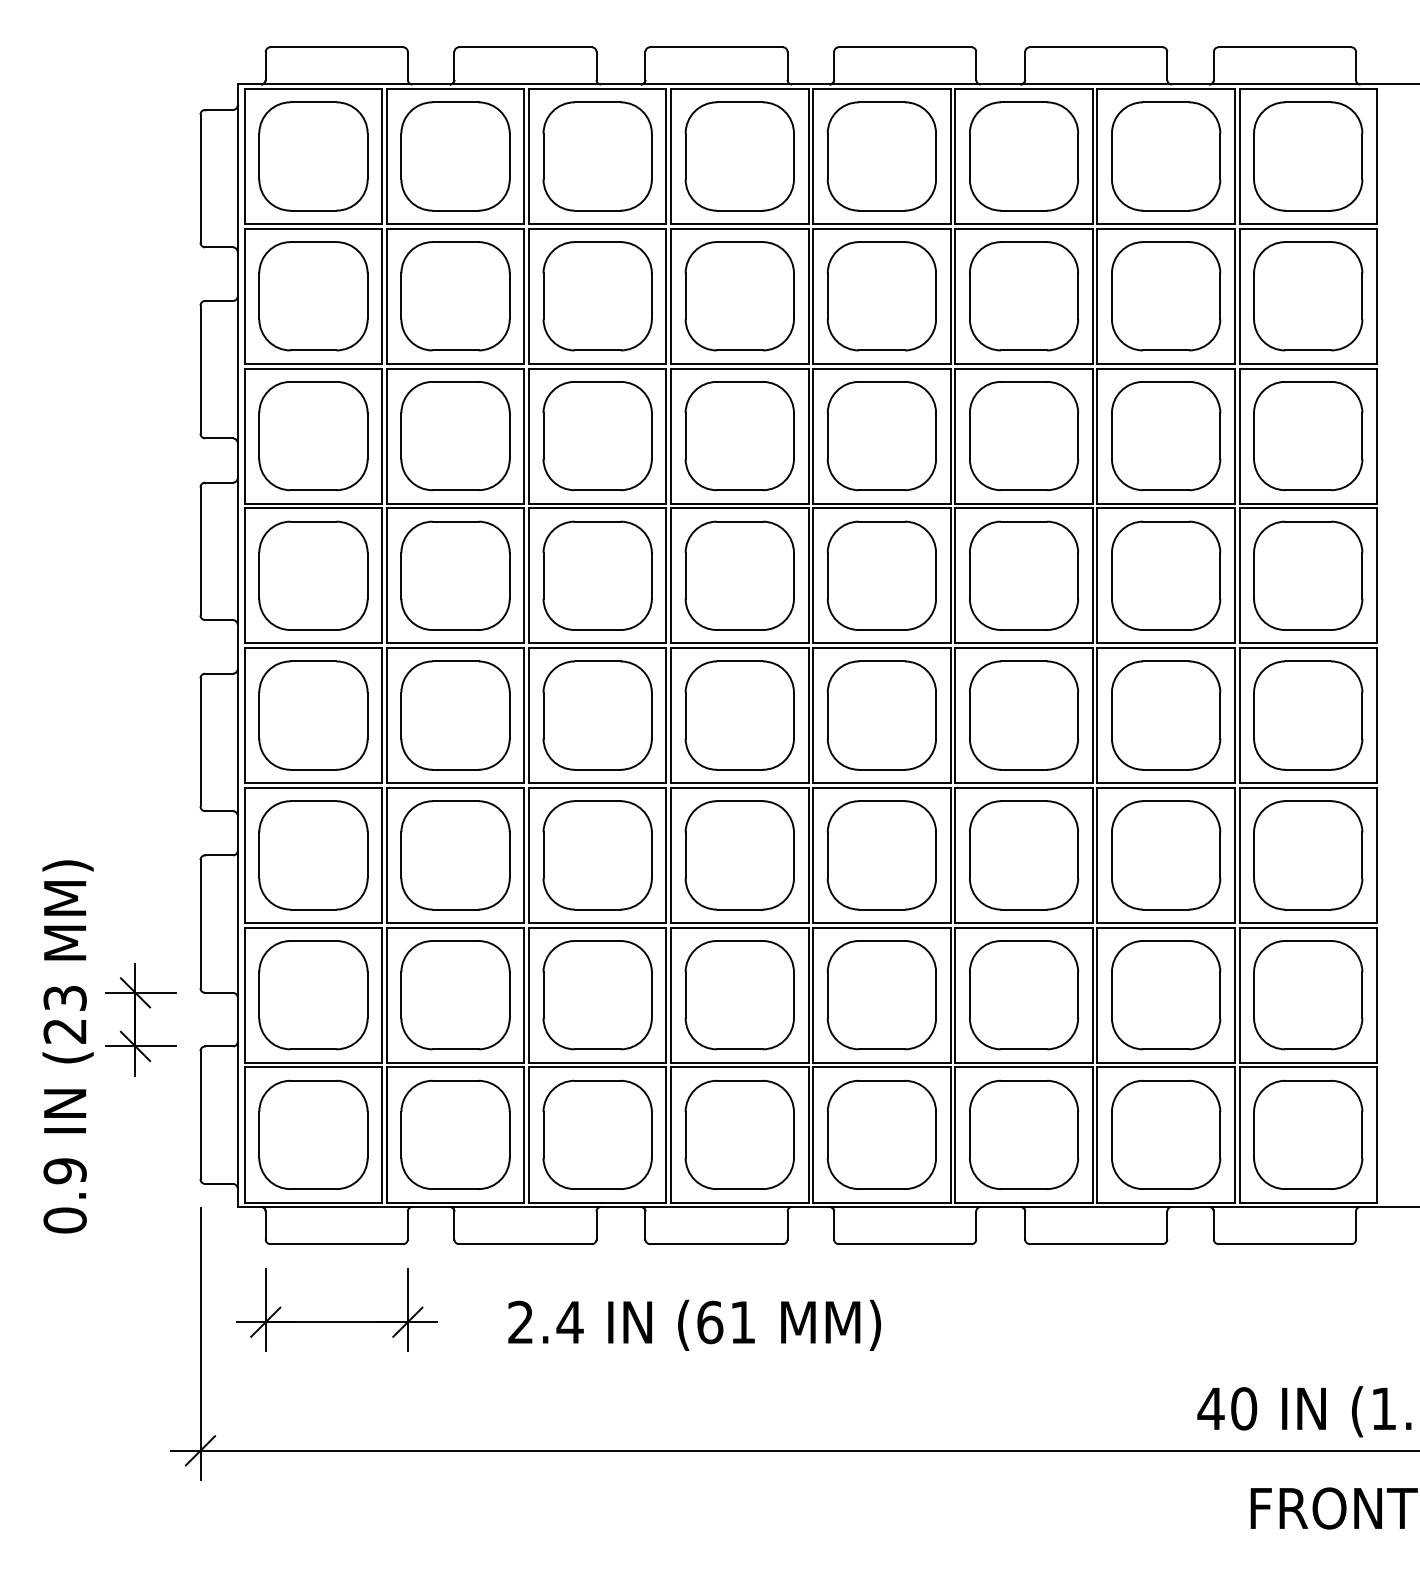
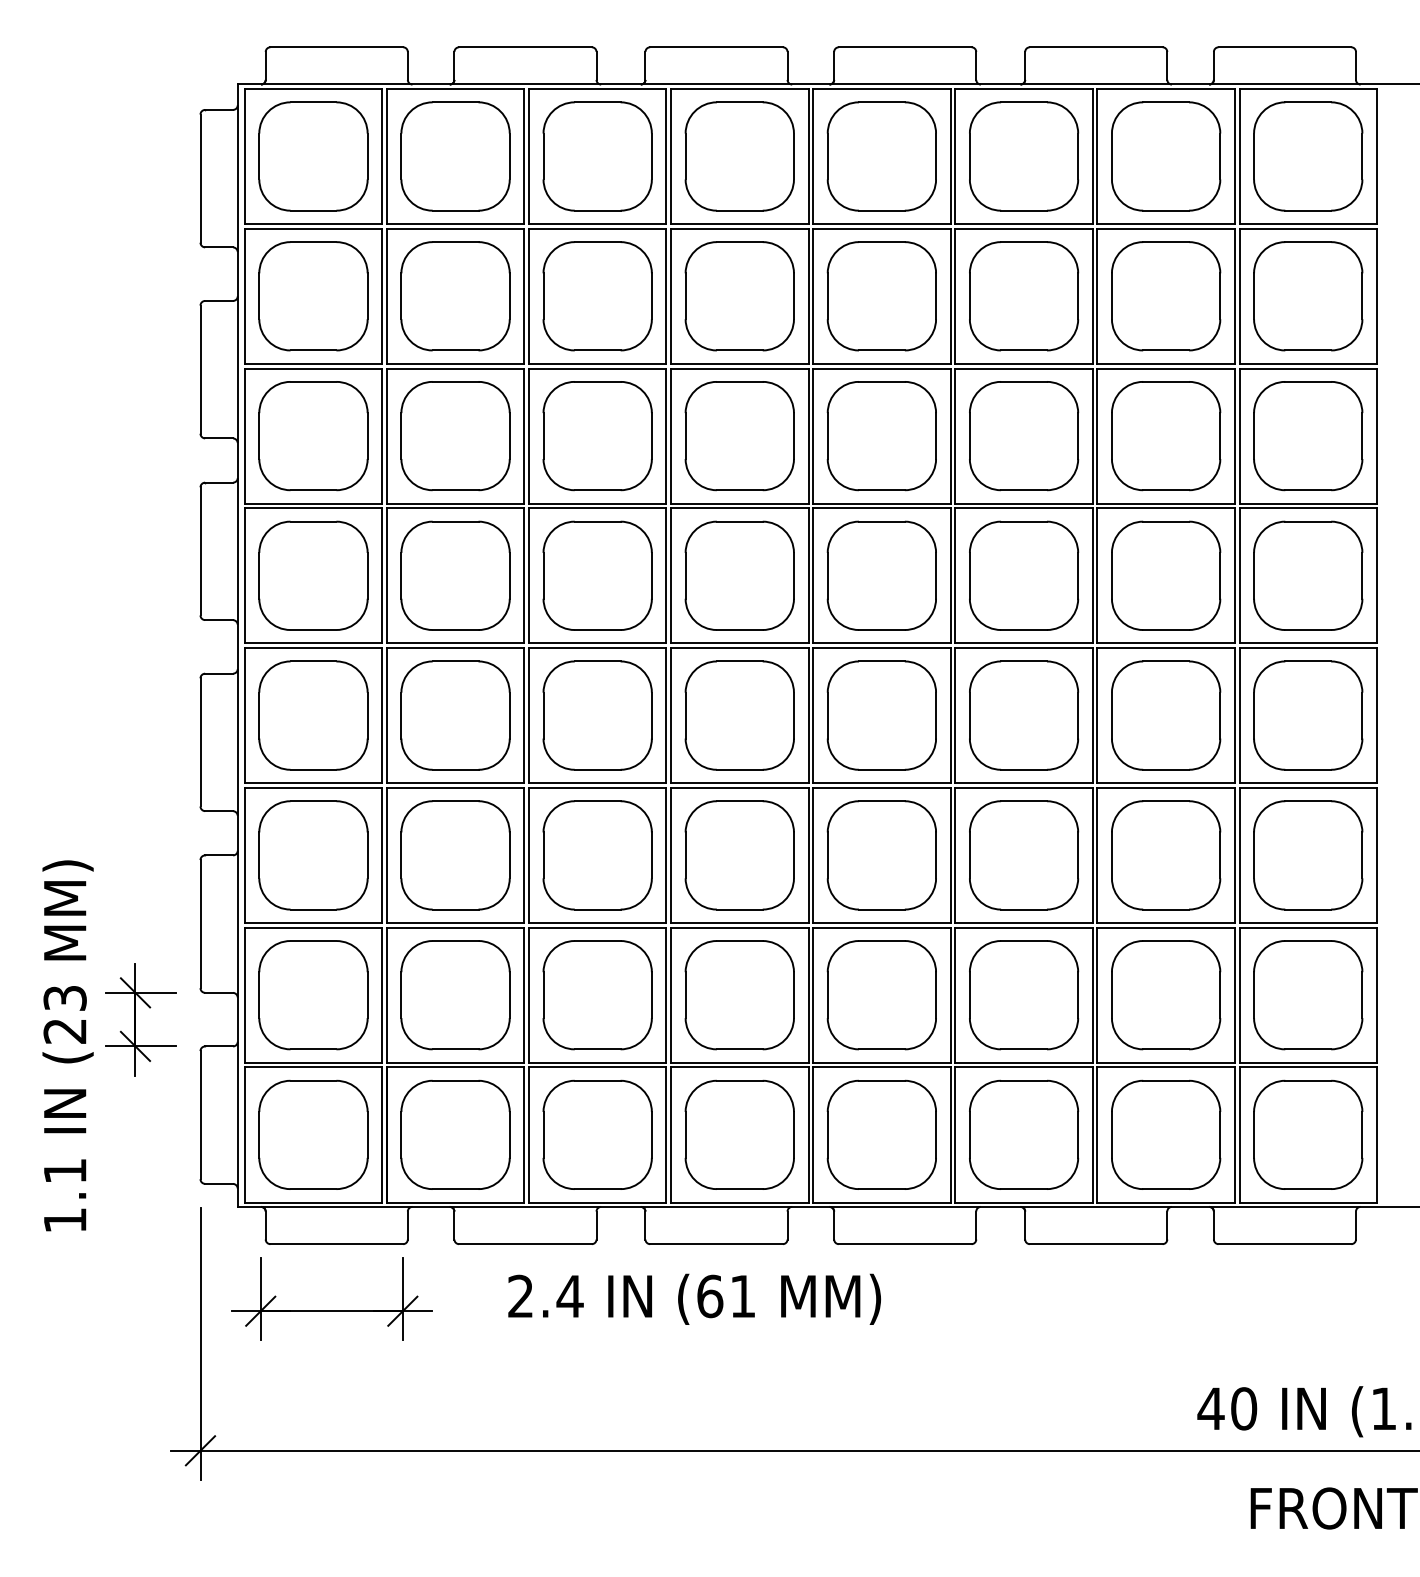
text at (64, 1195): 0.9 -> 1.1
part at (336, 1321) position: (336, 1321) -> (331, 1310)
text at (694, 1324) position: (694, 1324) -> (694, 1298)
